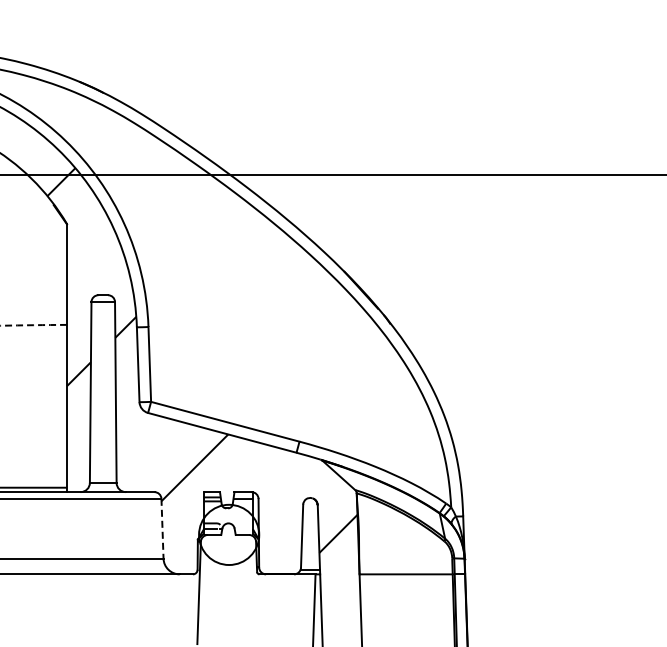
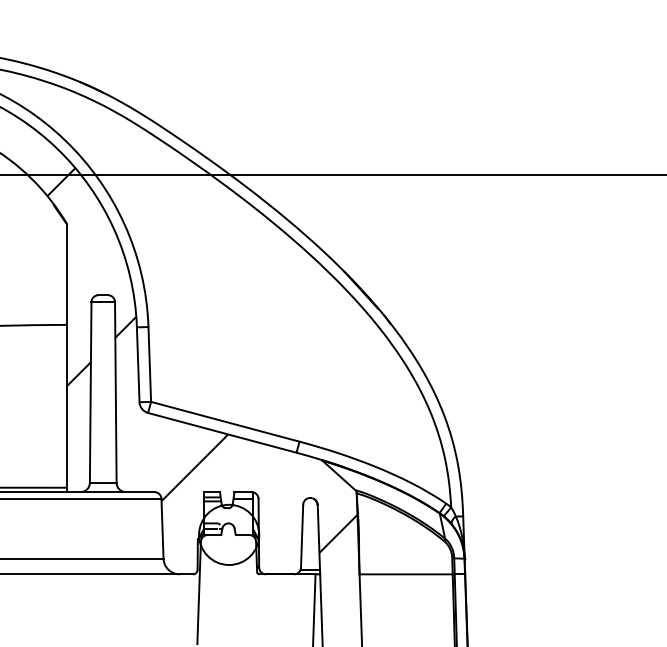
arc at (33, 325): dashed -> solid
line at (162, 528): dashed -> solid
